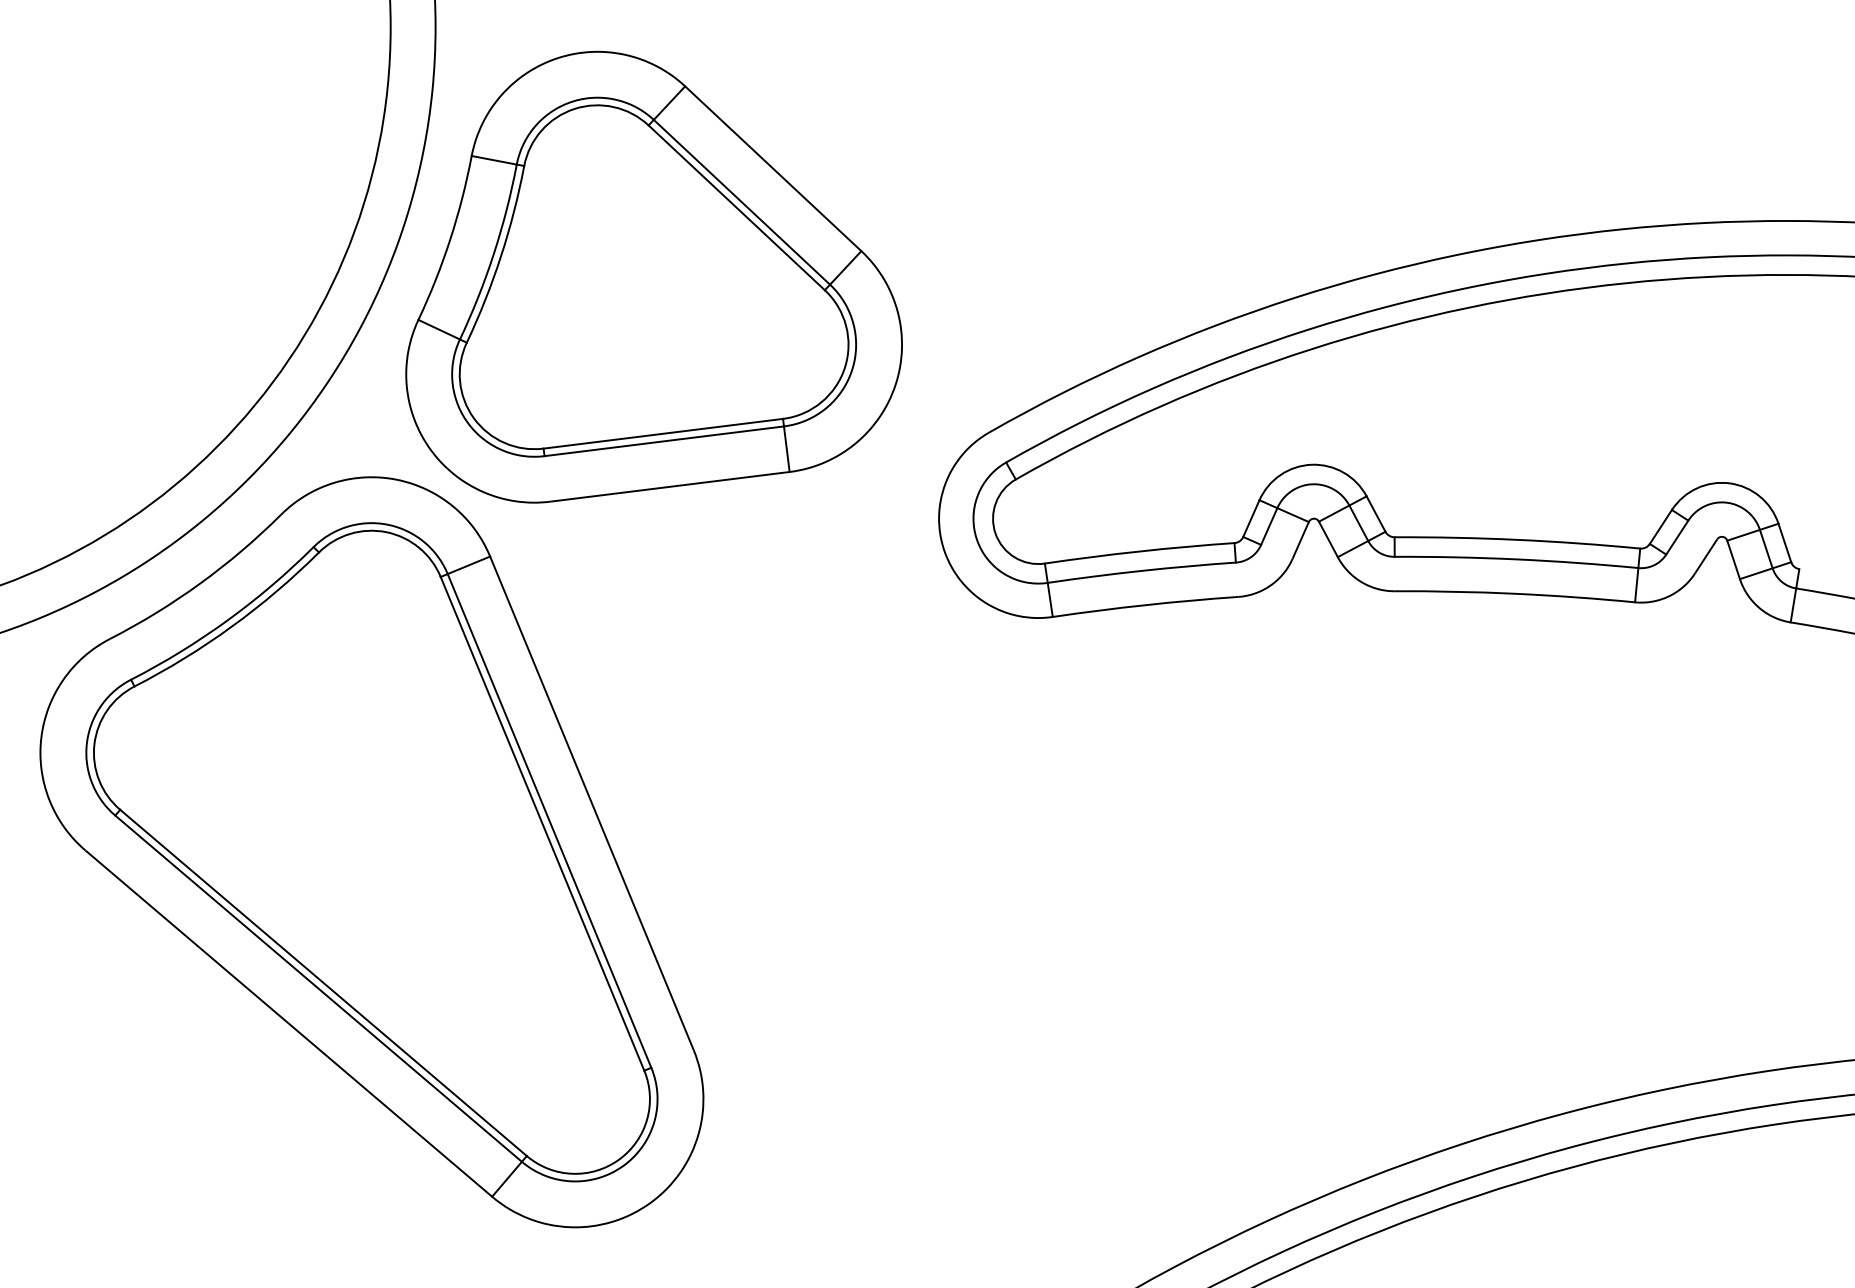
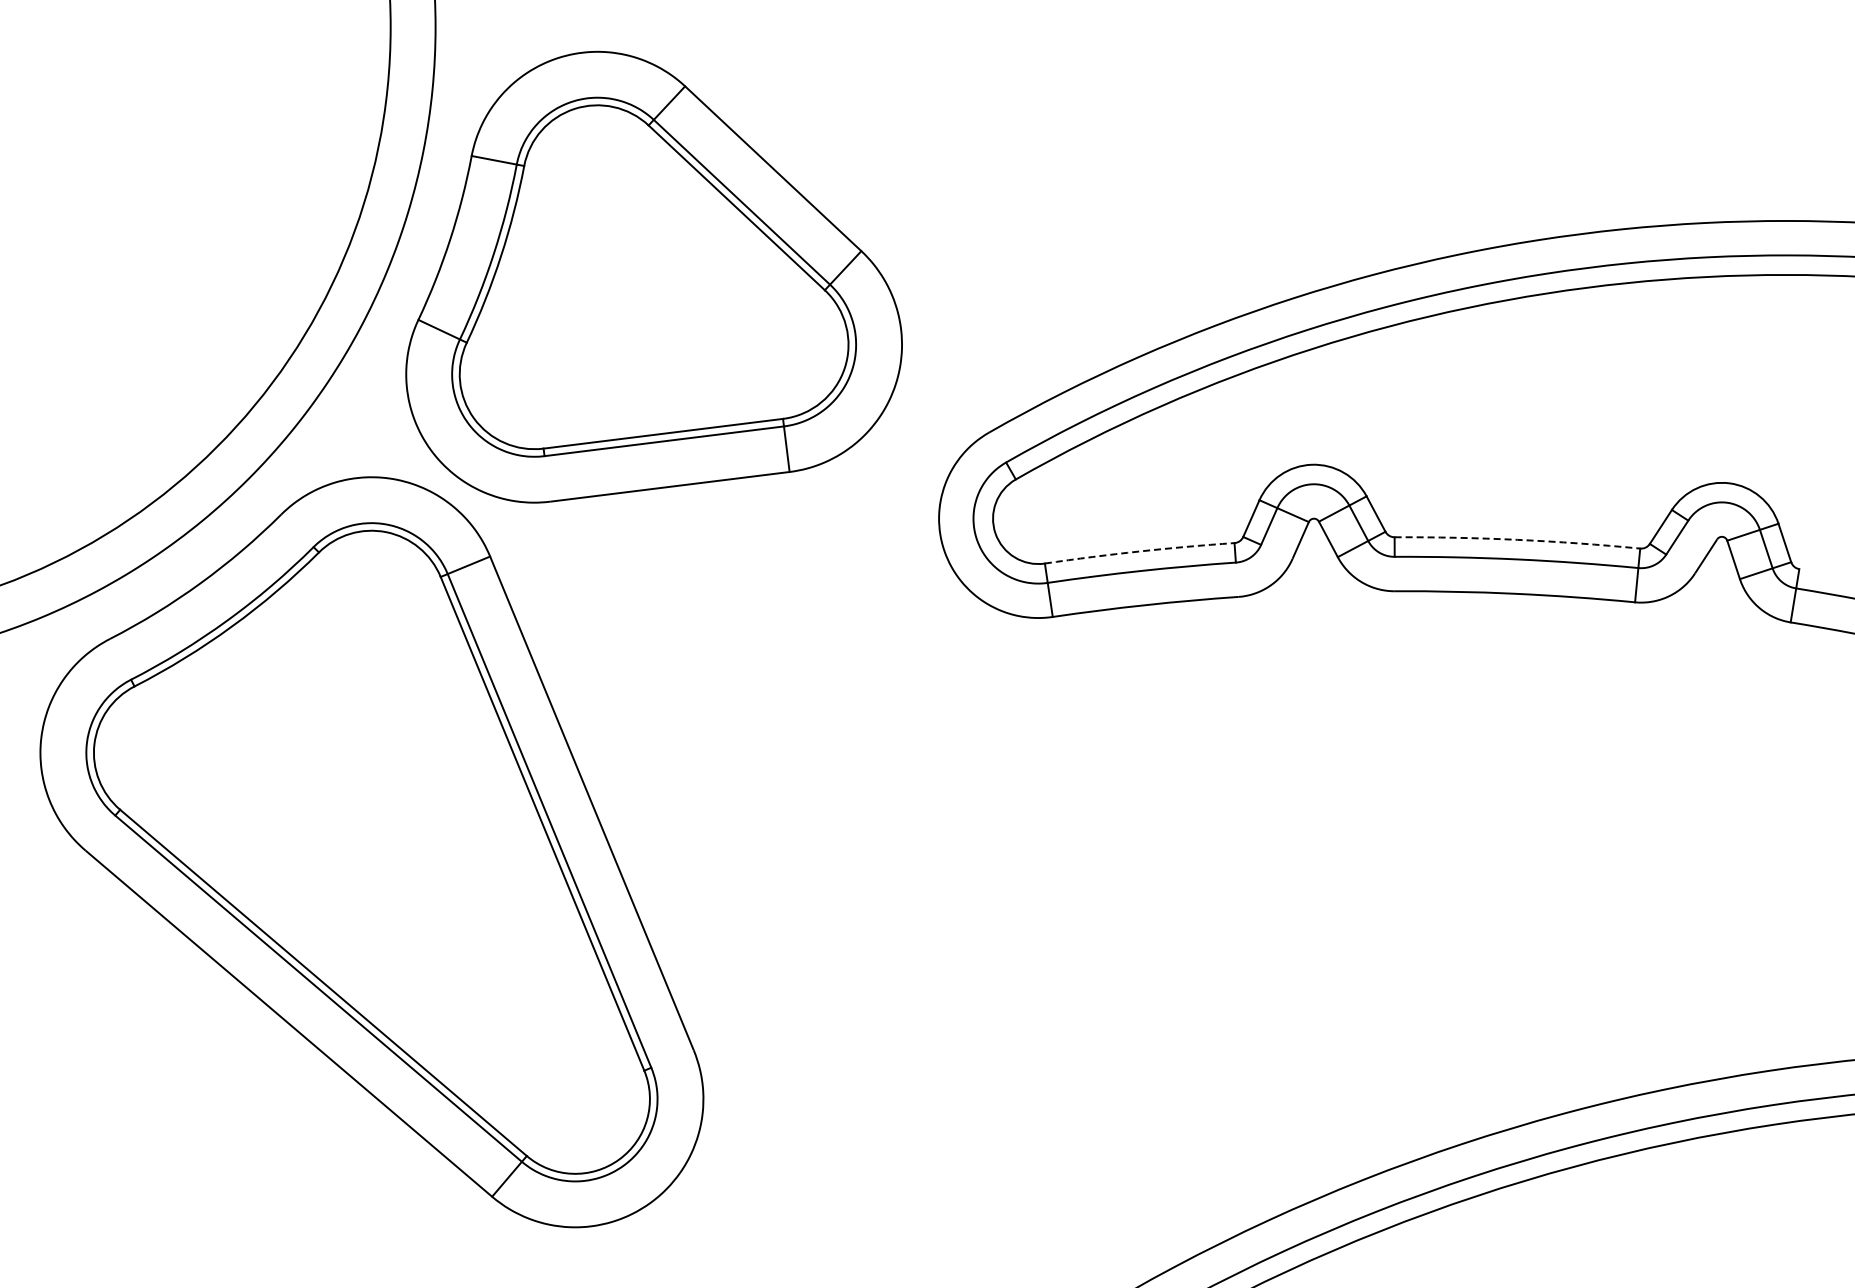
arc at (1517, 539): solid -> dashed
arc at (1139, 551): solid -> dashed
